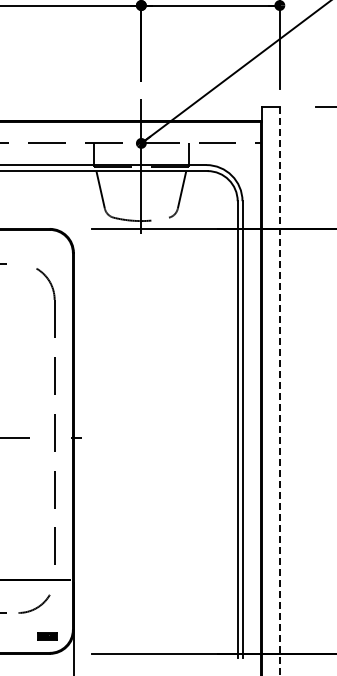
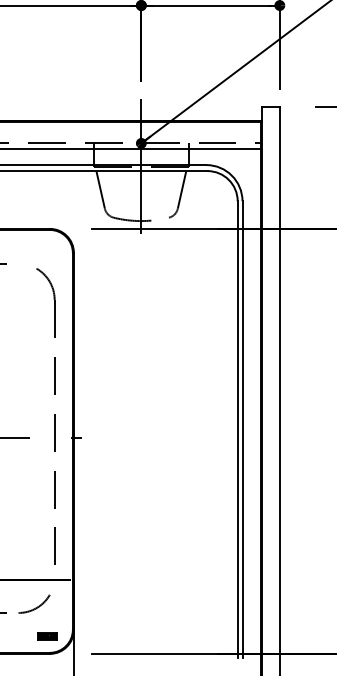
line at (131, 149): none -> present
line at (279, 391): dashed -> solid
